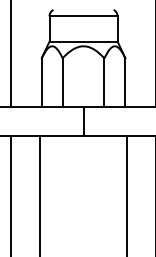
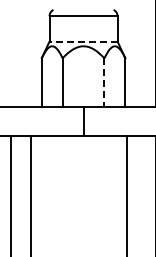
line at (83, 41): solid -> dashed
line at (11, 54): present -> none
line at (104, 83): solid -> dashed
line at (40, 194) position: (40, 194) -> (31, 194)
